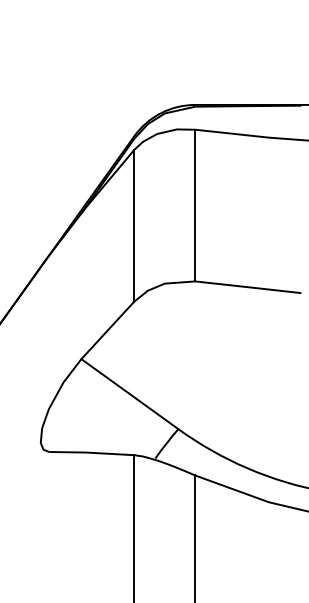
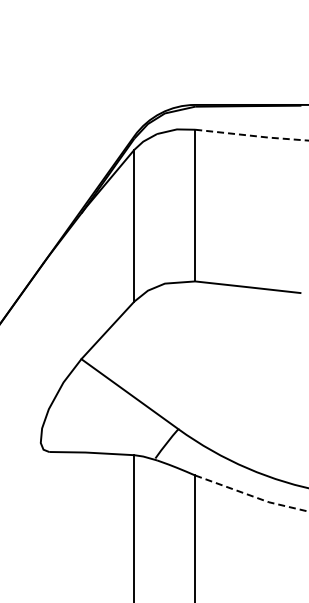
line at (252, 135): solid -> dashed
line at (252, 496): solid -> dashed
